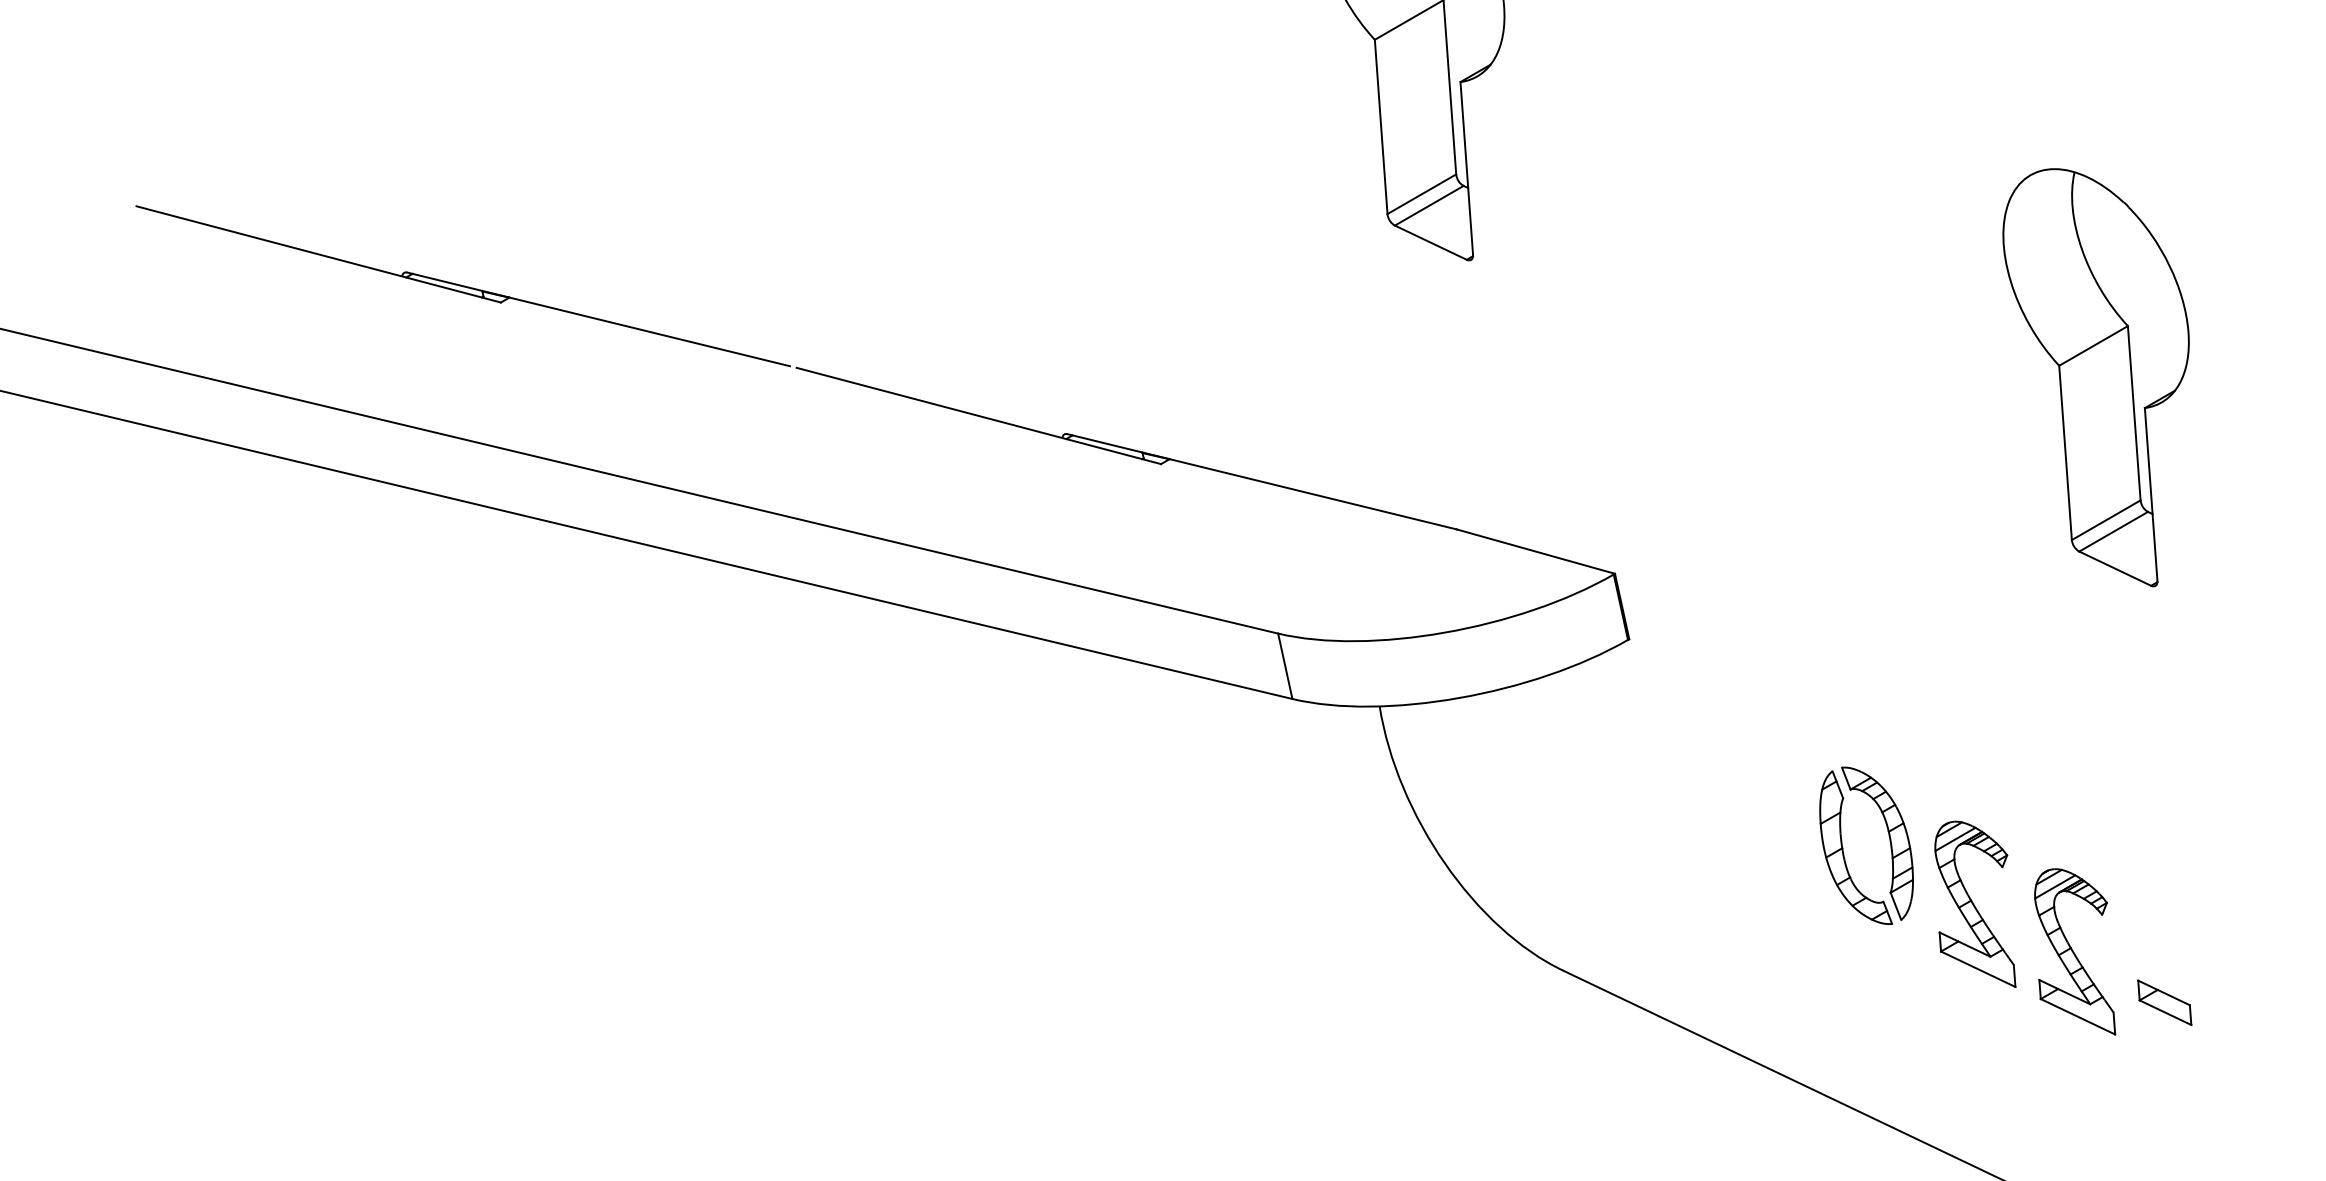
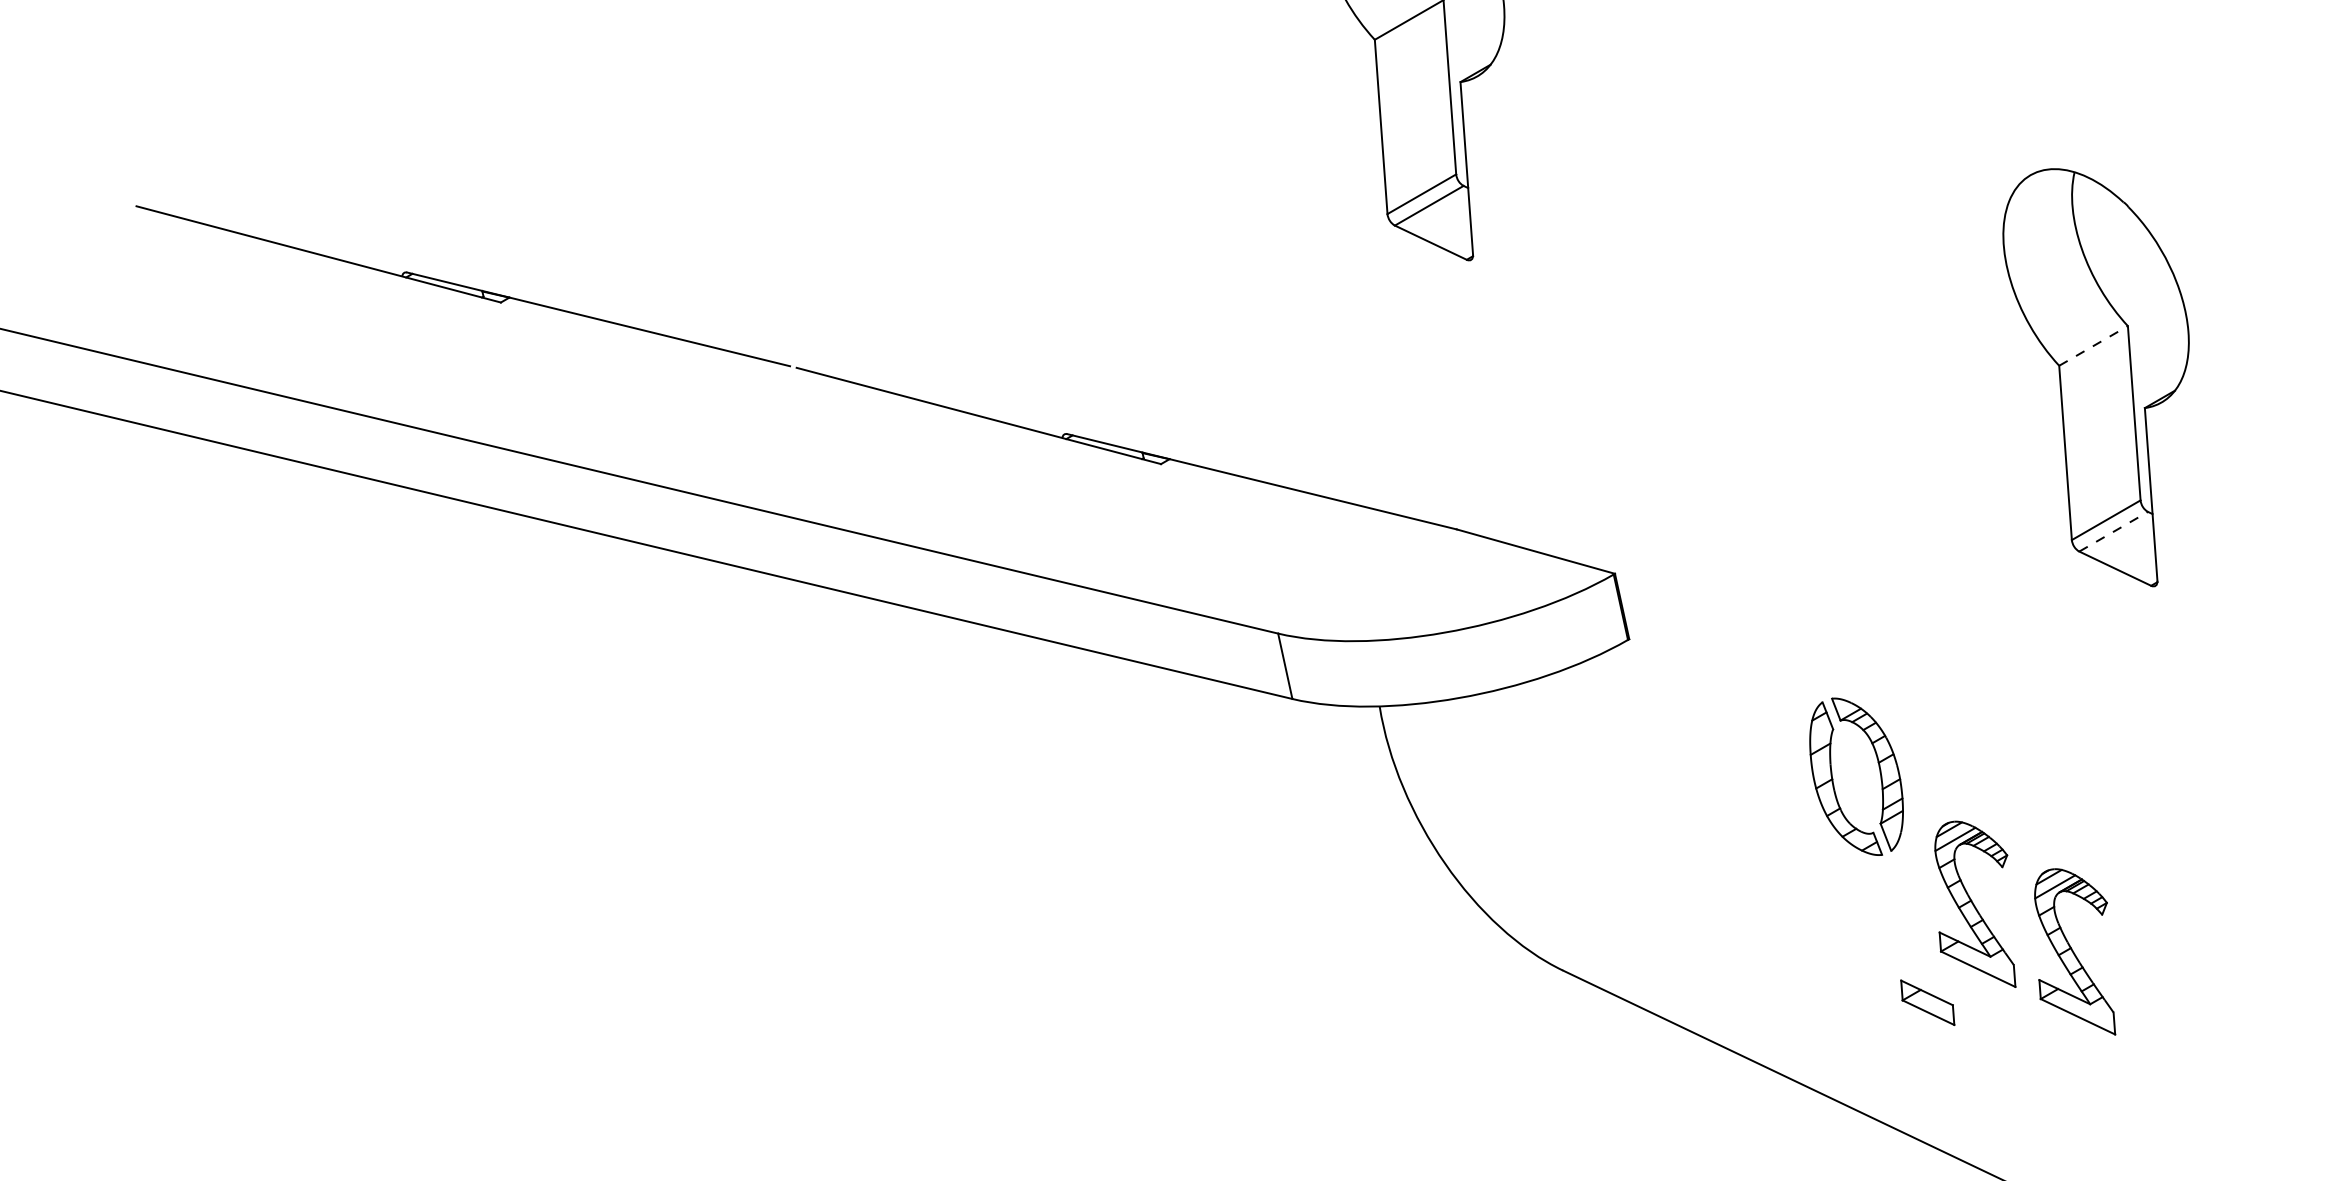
line at (2093, 345): solid -> dashed
line at (2113, 531): solid -> dashed
part at (1843, 847) position: (1843, 847) -> (1833, 778)
part at (2164, 1002) position: (2164, 1002) -> (1927, 1002)
